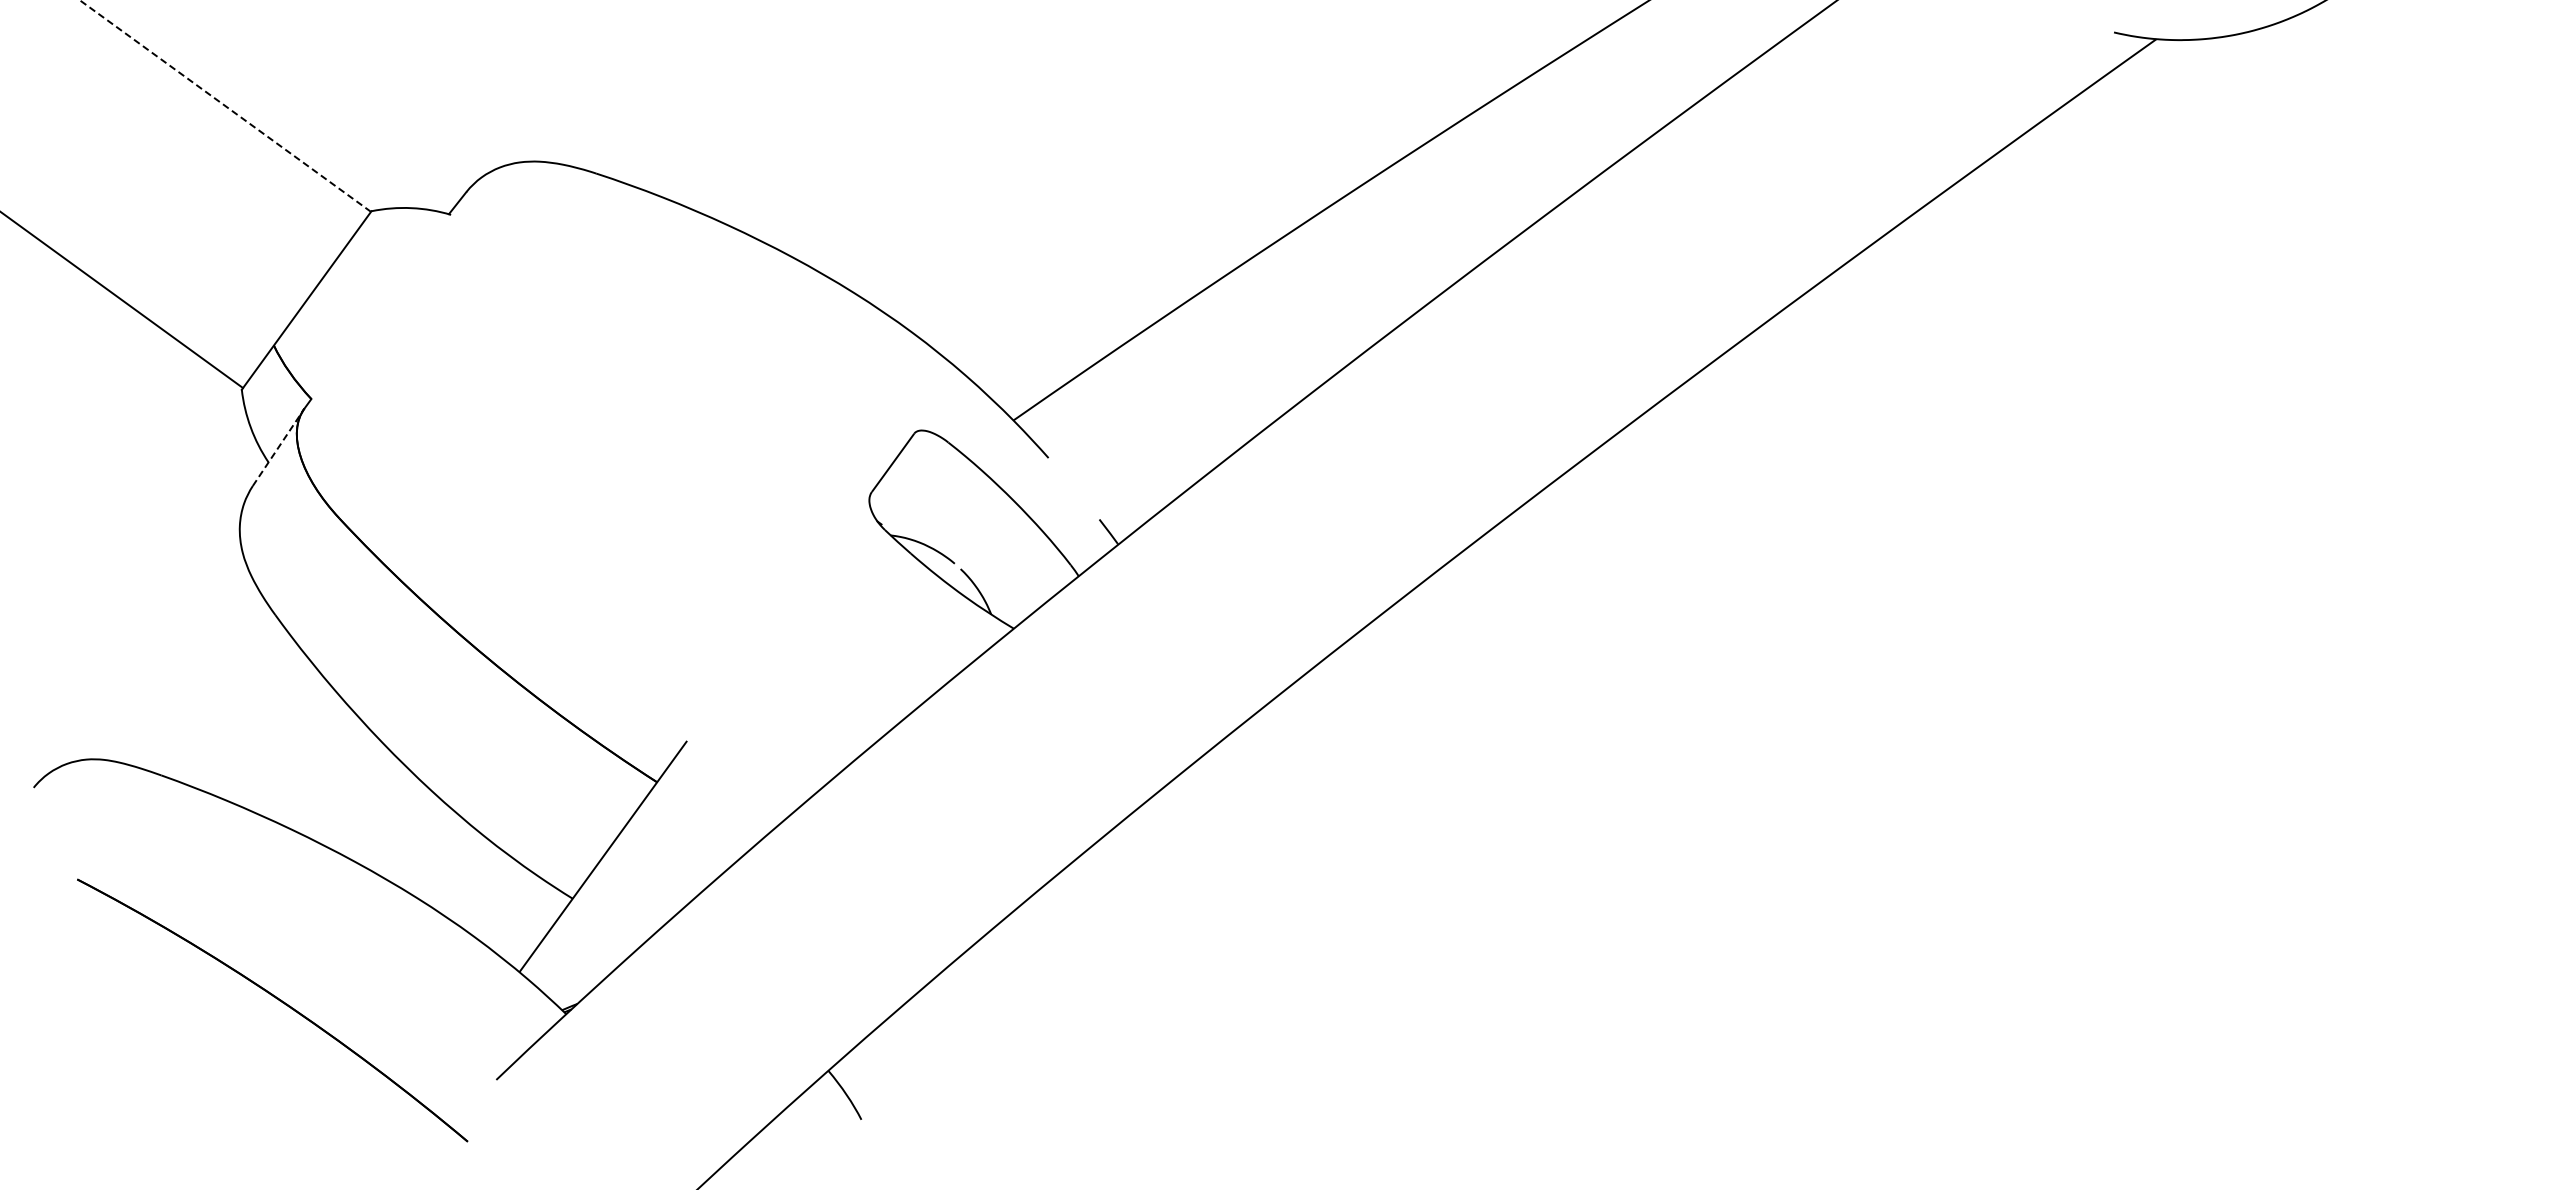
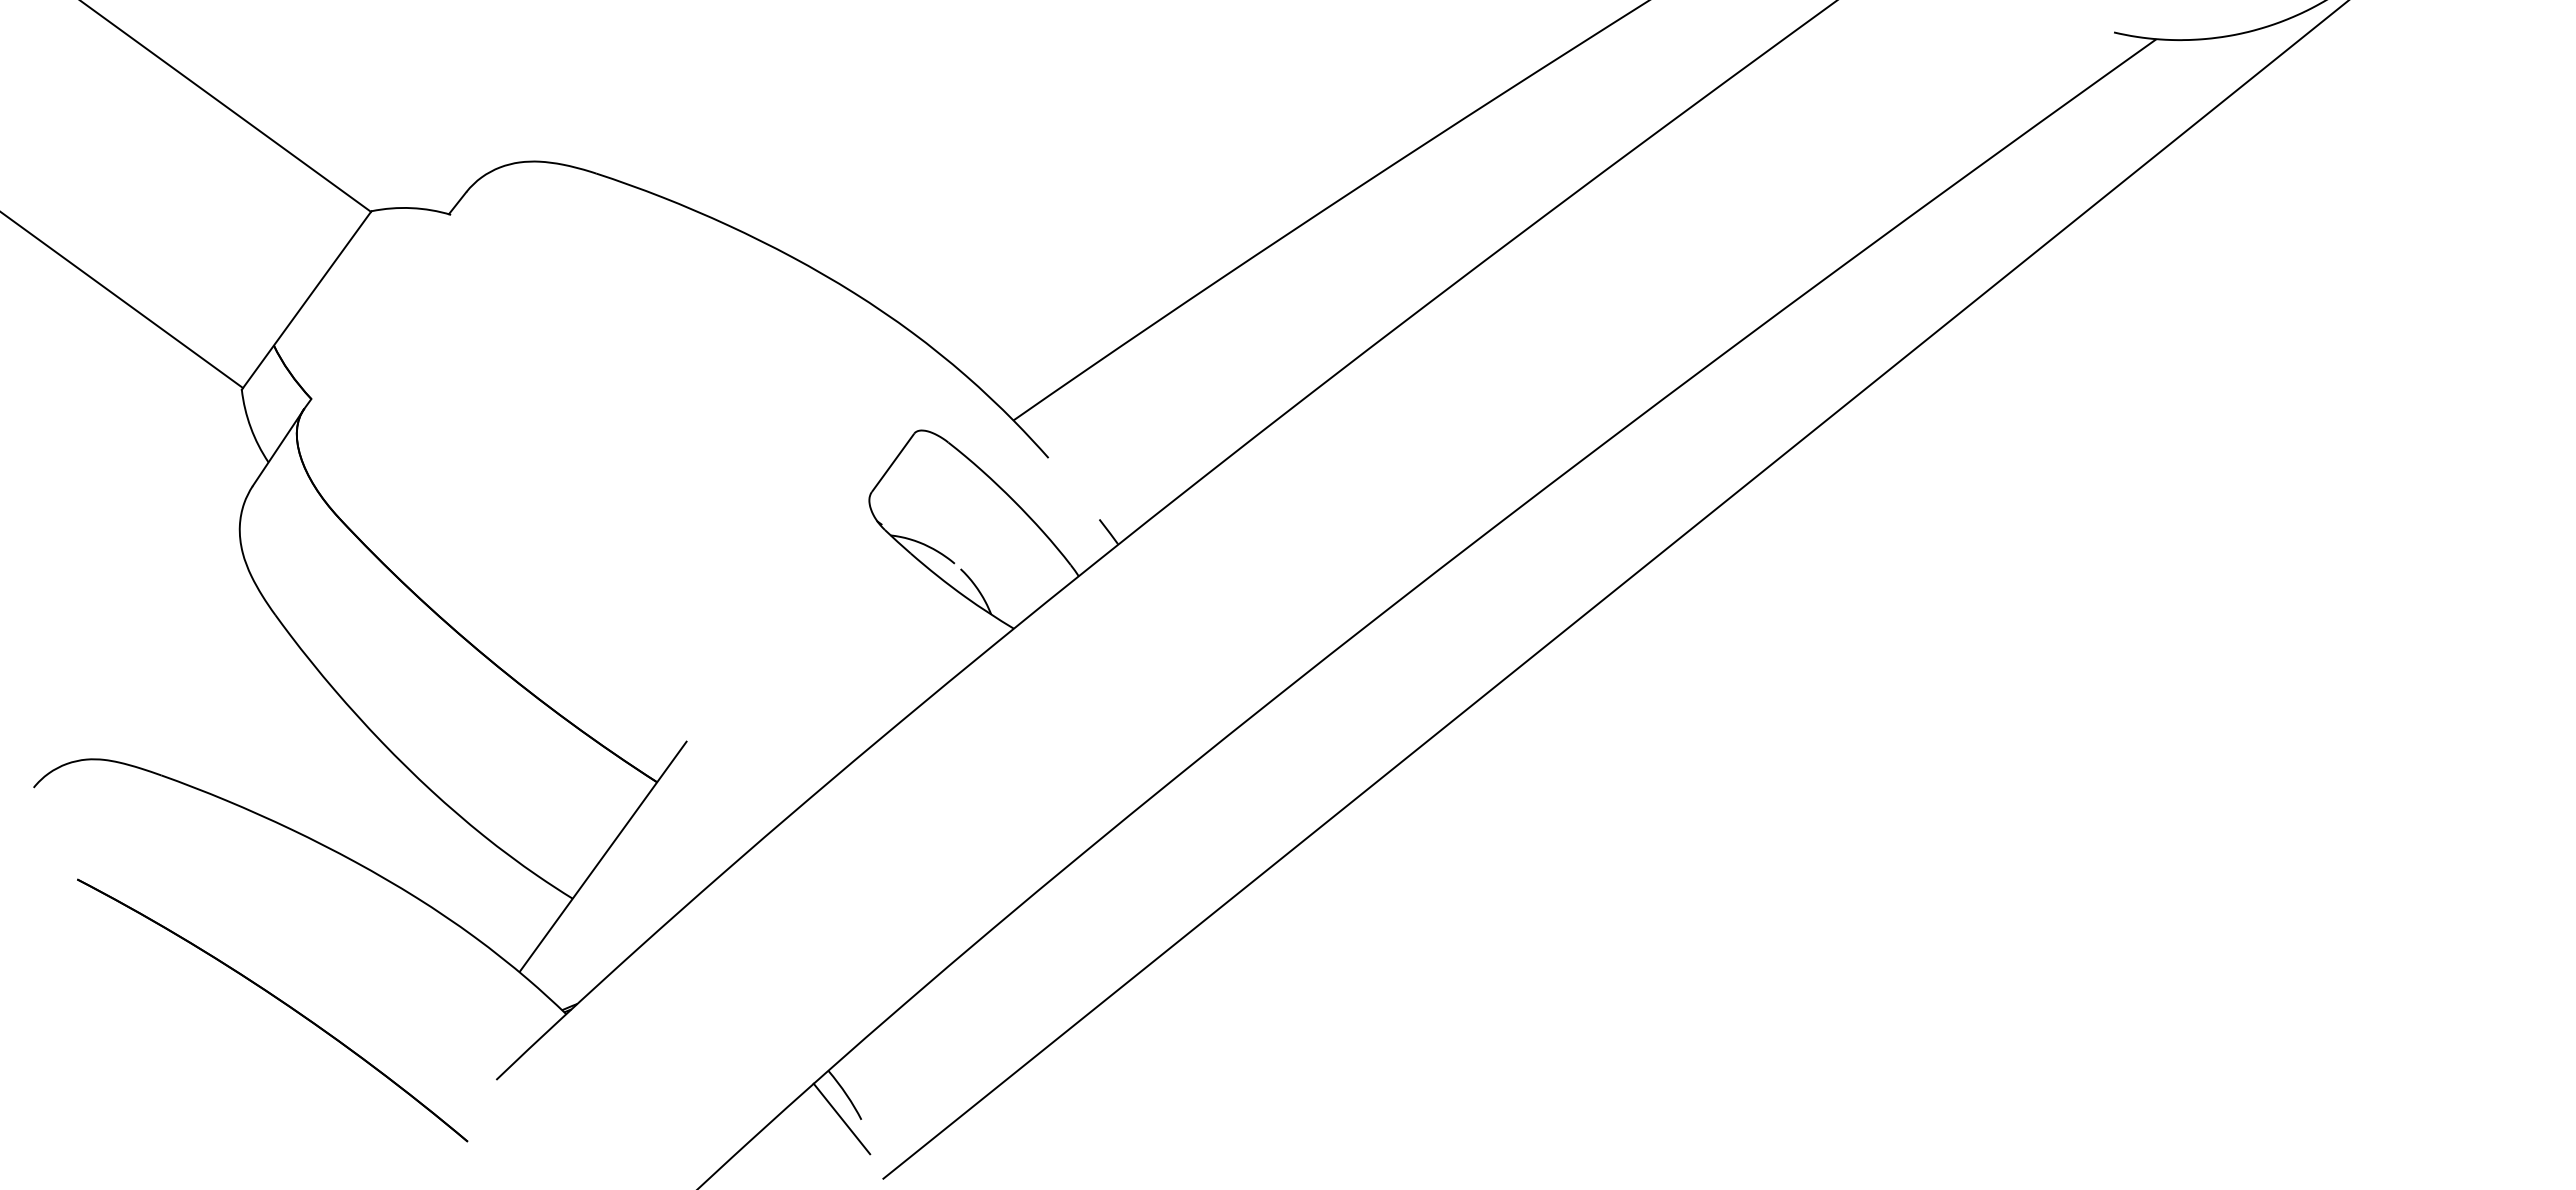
line at (225, 106): dashed -> solid
line at (278, 447): dashed -> solid
line at (1614, 590): none -> present
line at (841, 1118): none -> present
